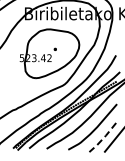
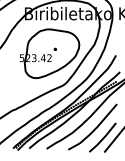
line at (103, 138): dashed -> solid
